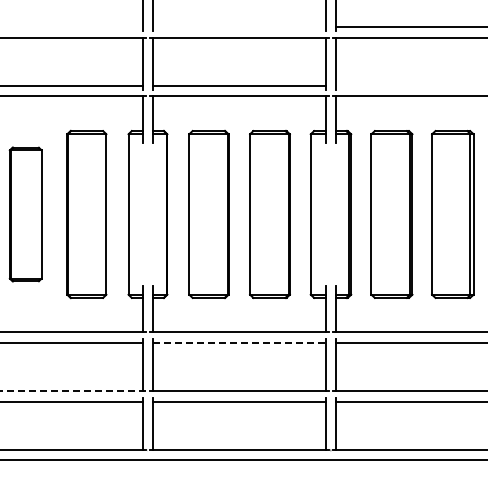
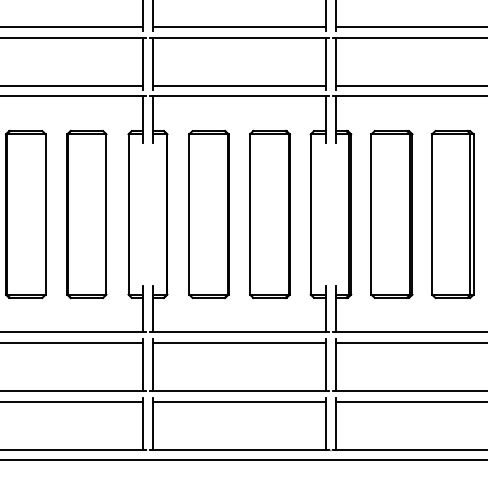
line at (72, 27): none -> present
line at (239, 27): none -> present
line at (410, 86): none -> present
part at (25, 214) size: 35x137 px -> 43x169 px
line at (239, 342): dashed -> solid
line at (73, 391): dashed -> solid
